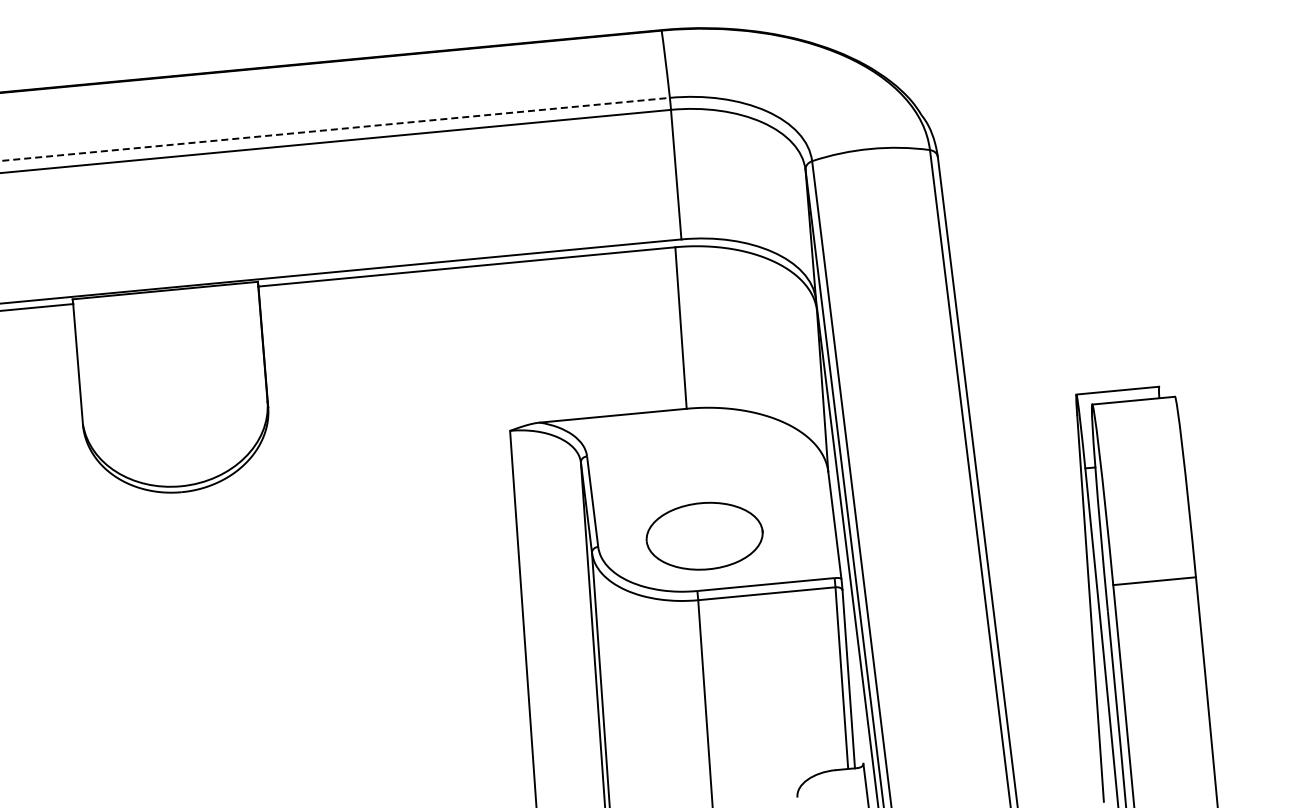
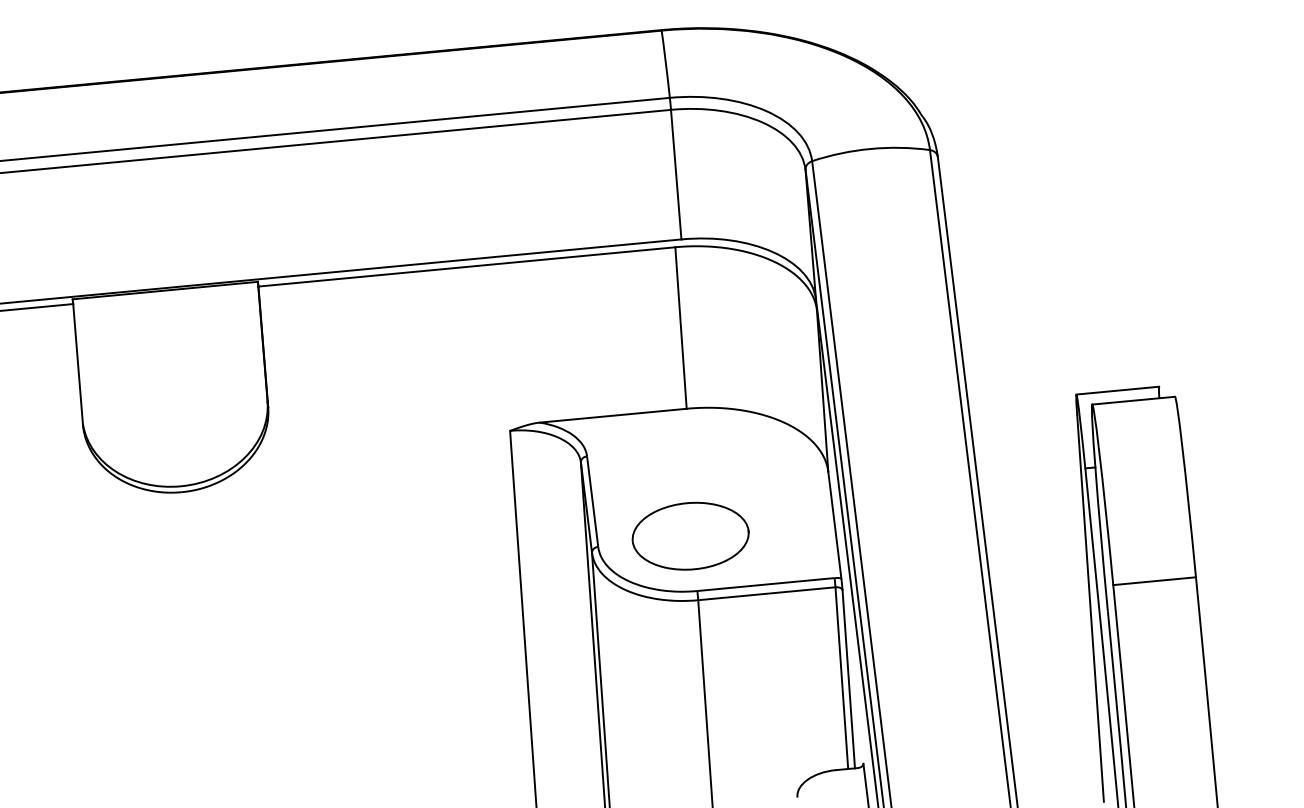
line at (335, 129): dashed -> solid
part at (704, 535) position: (704, 535) -> (690, 535)
